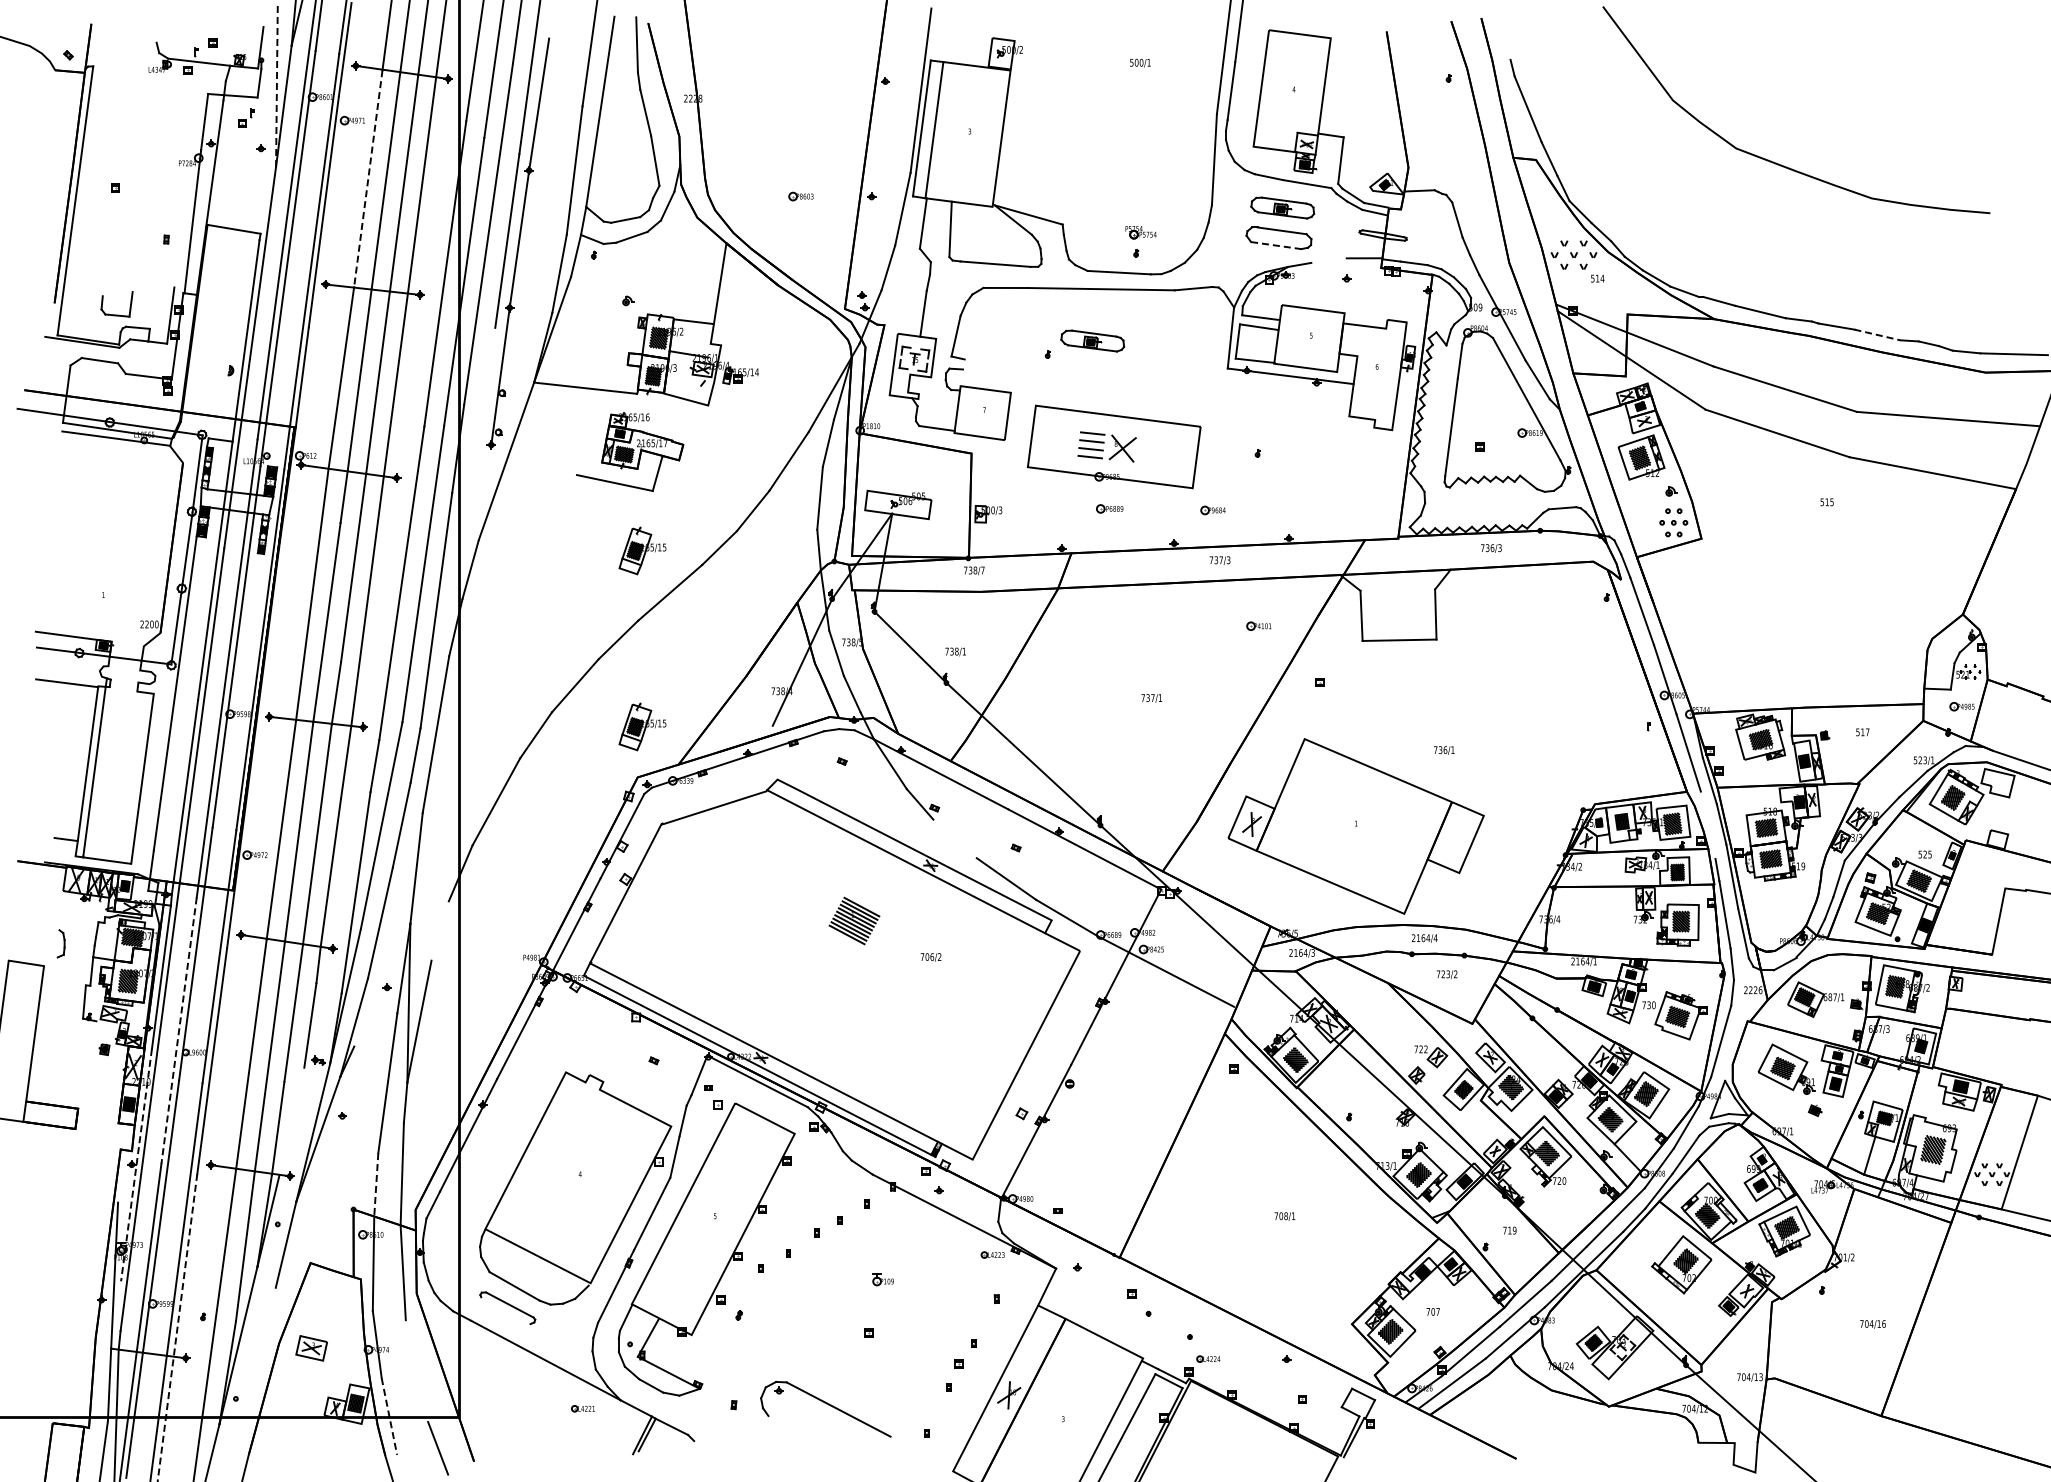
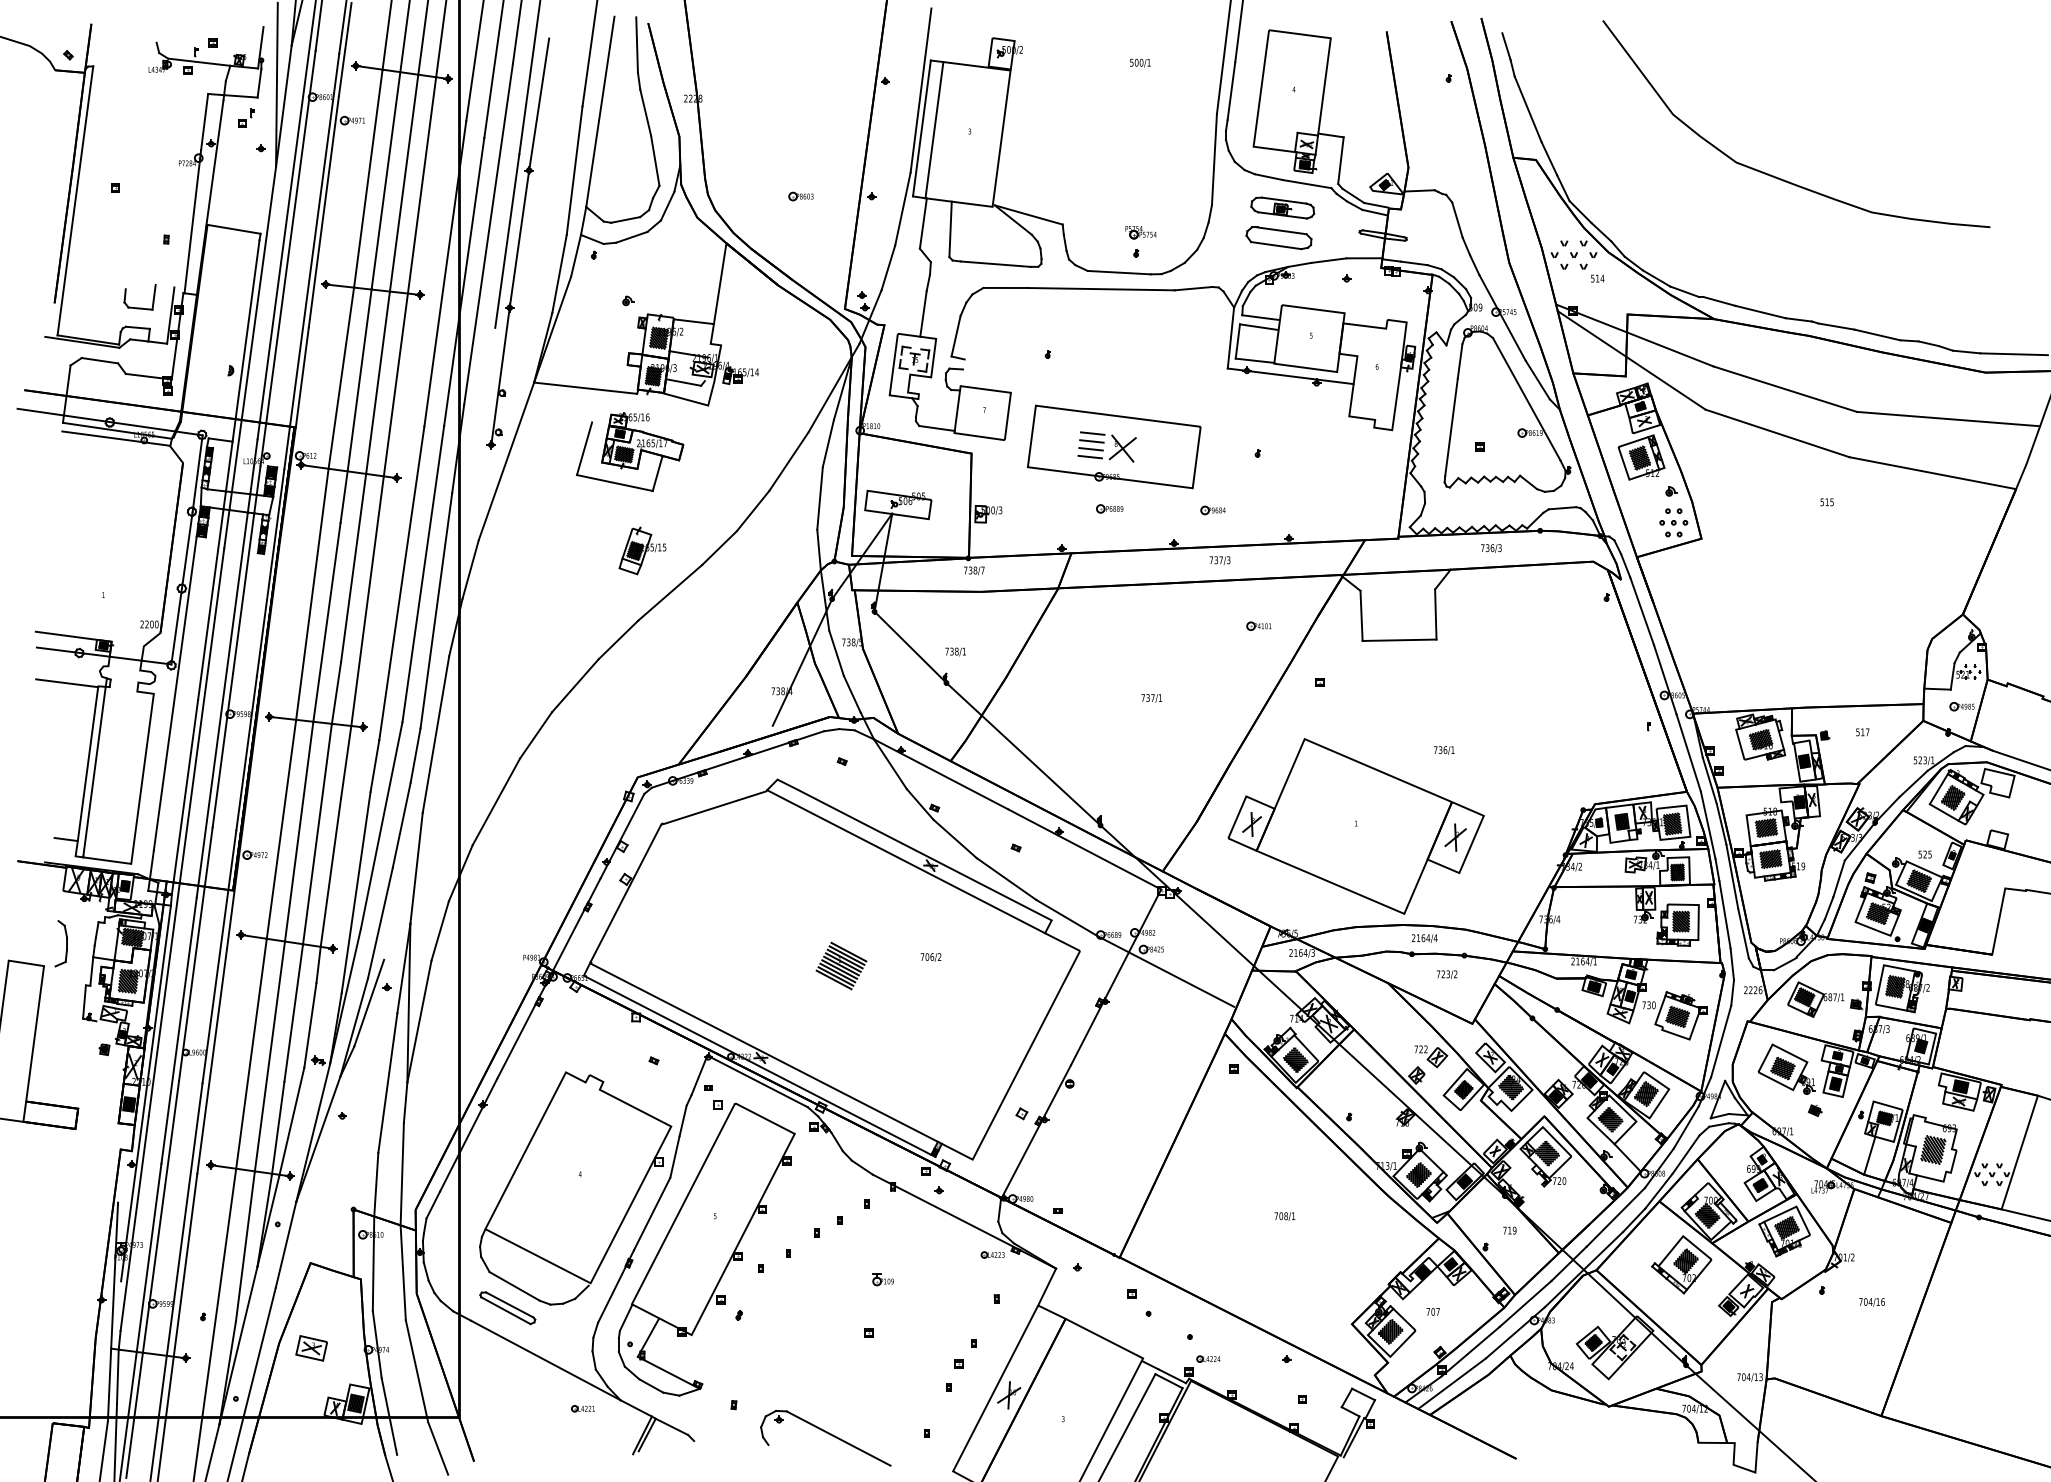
line at (1506, 46): none -> present
line at (276, 84): dashed -> solid
curve at (1776, 162) position: (1776, 162) -> (1776, 176)
line at (368, 179): dashed -> solid
line at (1276, 245): dashed -> solid
line at (1328, 260): none -> present
part at (116, 314) position: (116, 314) -> (139, 307)
line at (1877, 334): dashed -> solid
part at (1092, 340): present -> none
line at (683, 382): none -> present
line at (584, 448): none -> present
part at (642, 726): present -> none
line at (1707, 824): none -> present
part at (1455, 837): none -> present
line at (954, 838): none -> present
part at (854, 920) position: (854, 920) -> (841, 965)
line at (439, 930): none -> present
part at (60, 943) size: 10x30 px -> 14x48 px
line at (369, 1002): none -> present
line at (179, 1031): dashed -> solid
line at (291, 1121): none -> present
line at (136, 1165): dashed -> solid
line at (376, 1184): dashed -> solid
line at (505, 1310): none -> present
text at (1872, 1324) position: (1872, 1324) -> (1871, 1302)
line at (177, 1328): dashed -> solid
line at (416, 1370): none -> present
line at (251, 1382): none -> present
part at (825, 1408) position: (825, 1408) -> (825, 1437)
line at (389, 1417): dashed -> solid
